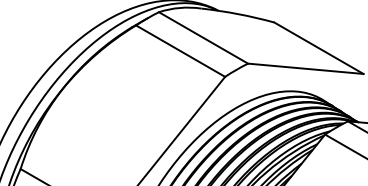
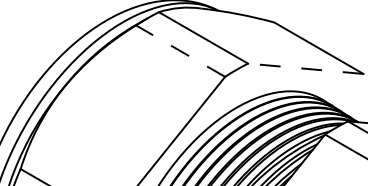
line at (180, 50): solid -> dashed
line at (305, 68): solid -> dashed
